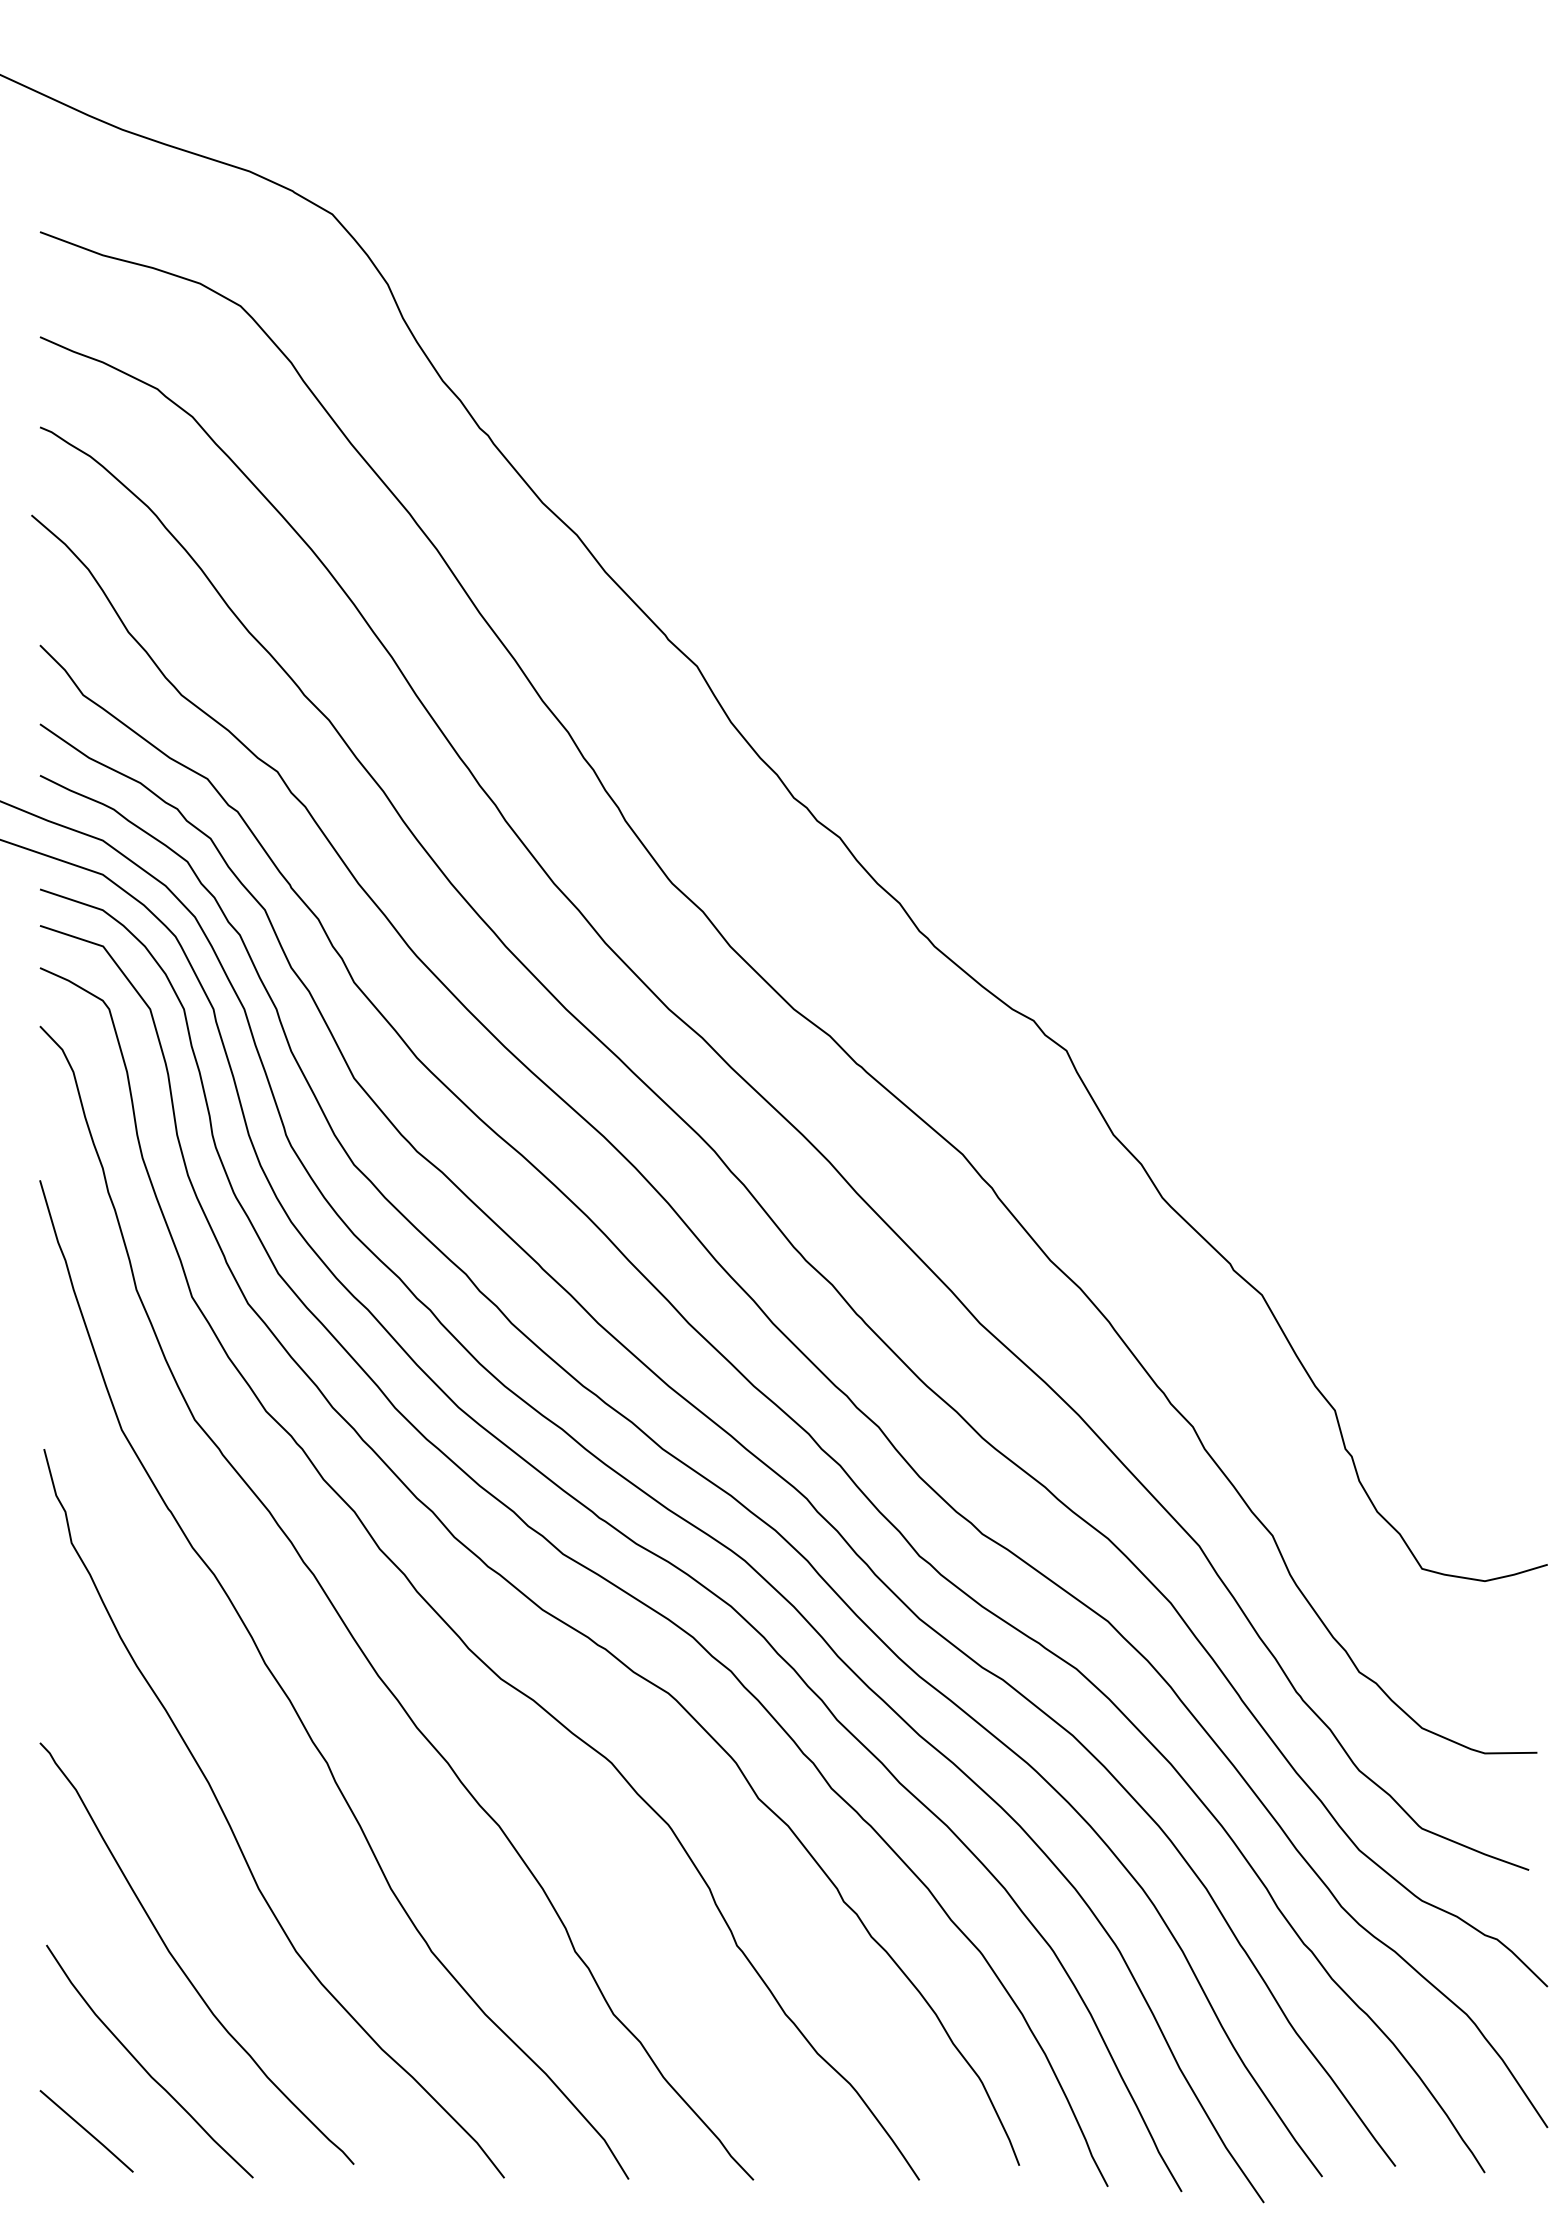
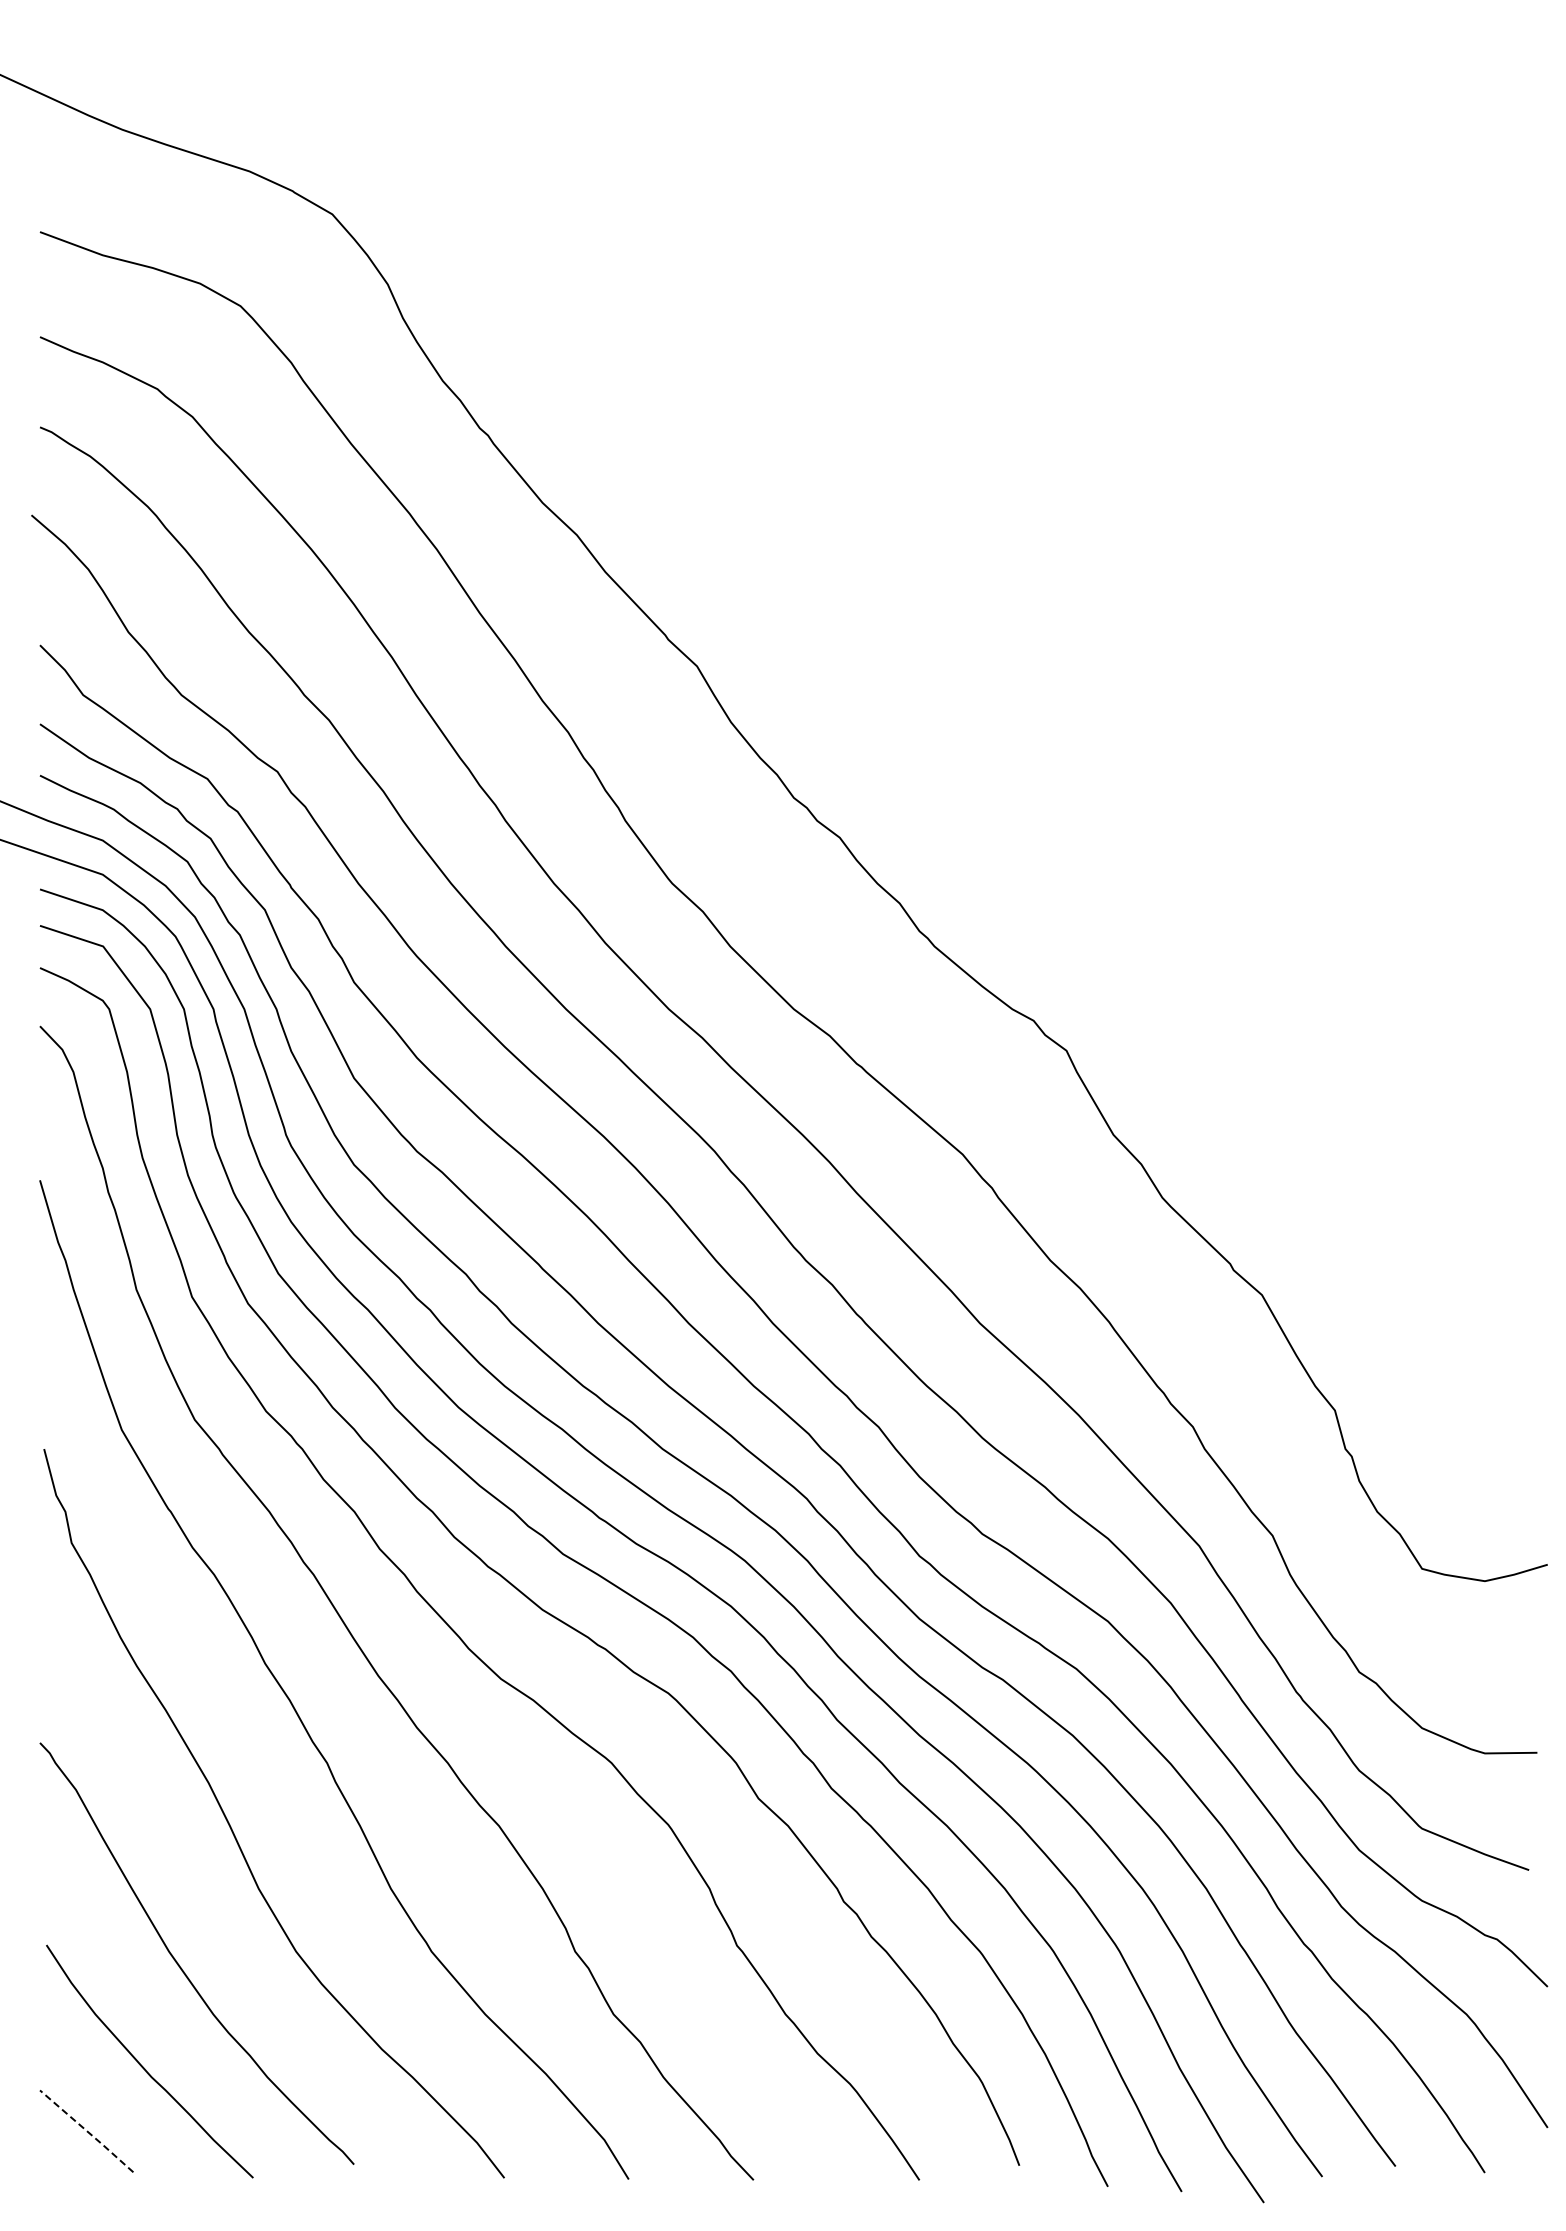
line at (87, 2131): solid -> dashed
